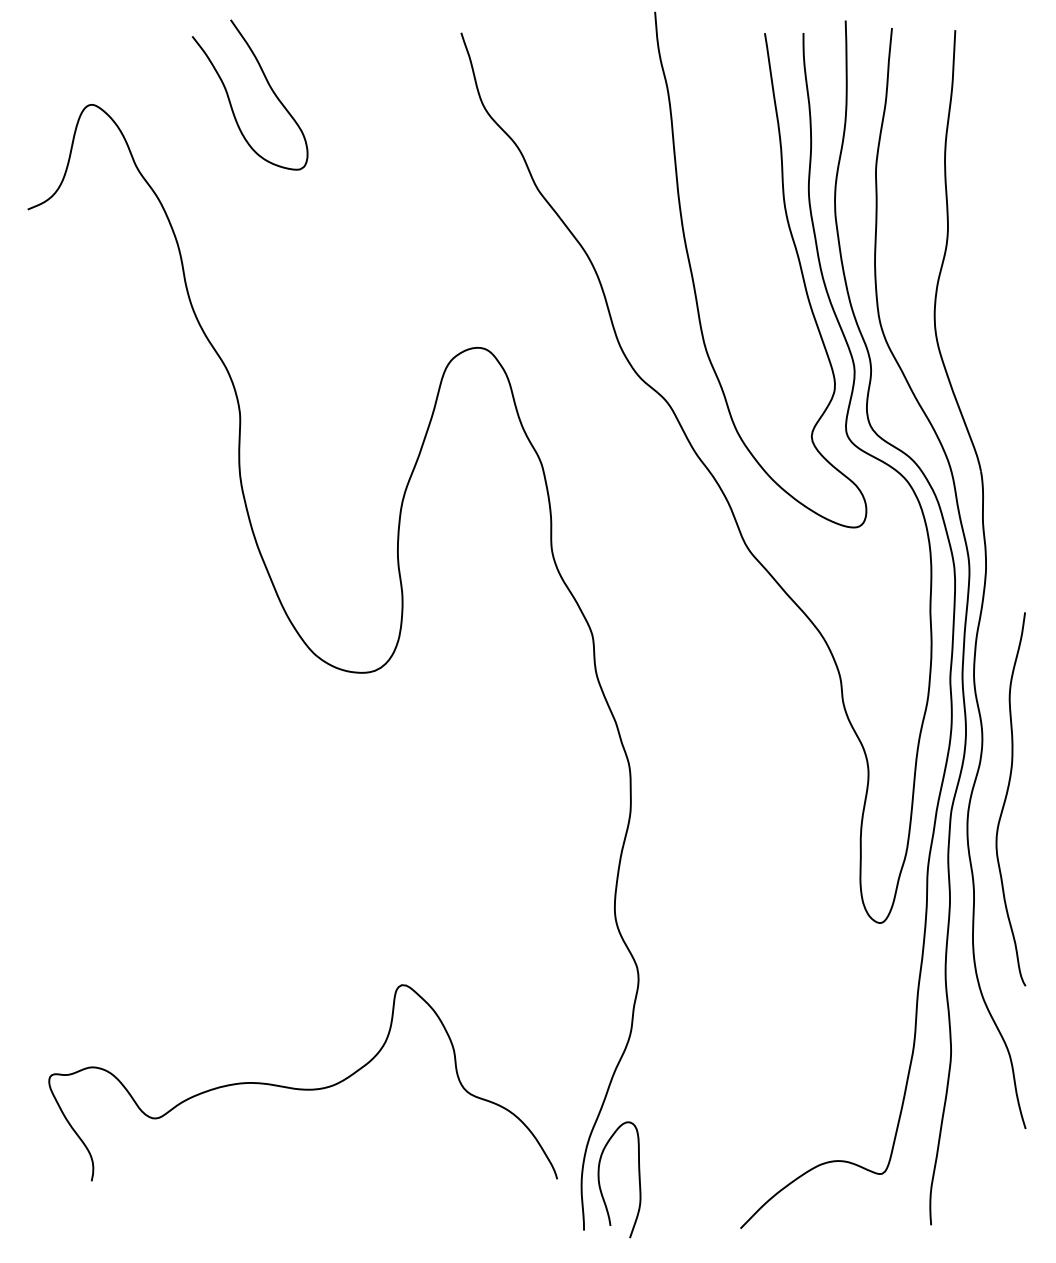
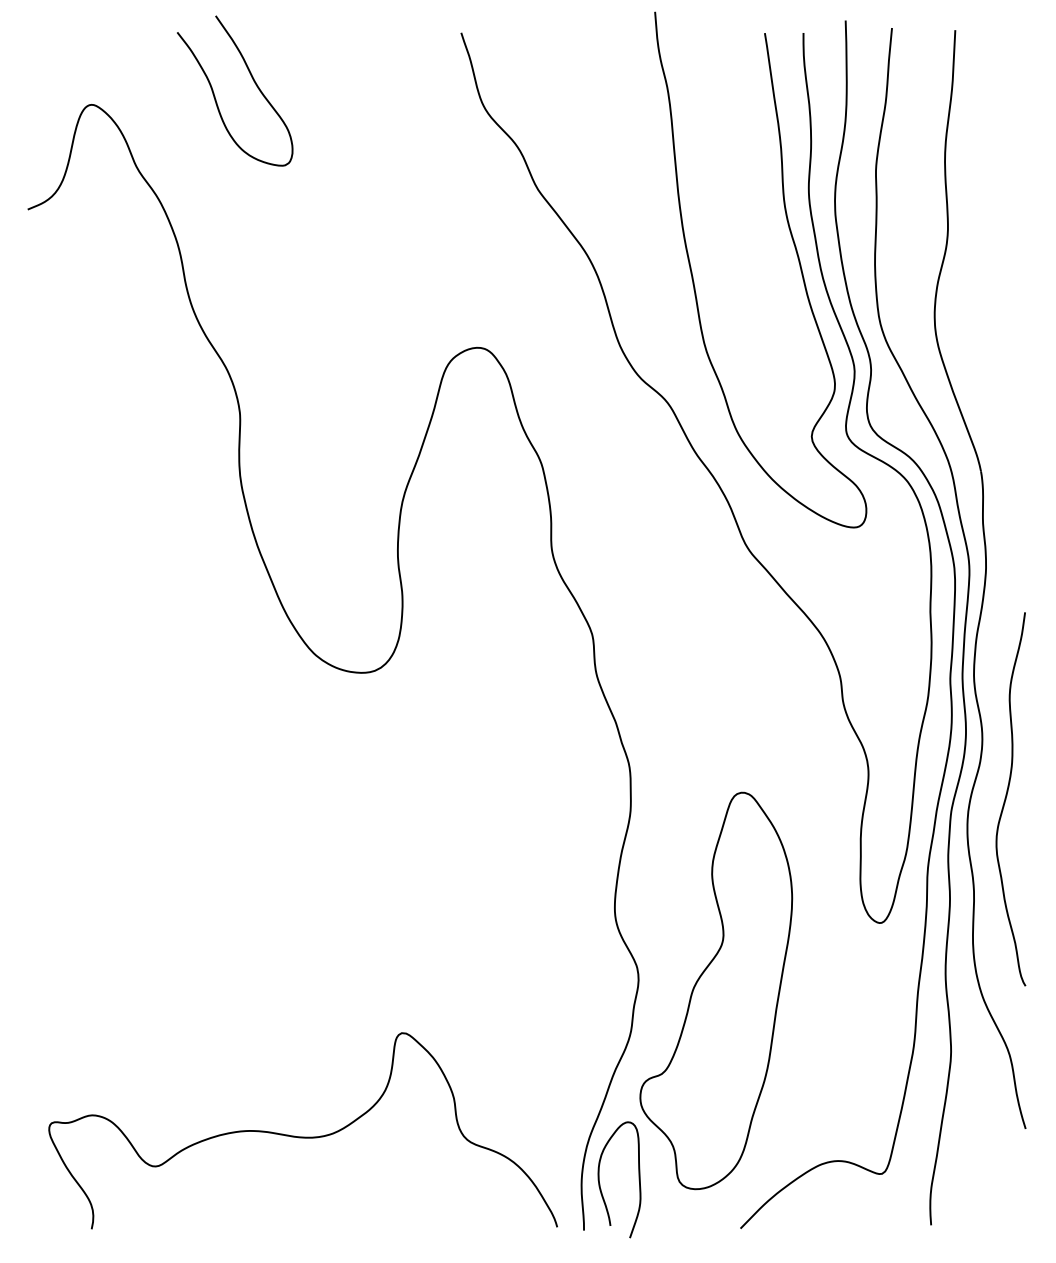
curve at (268, 85) position: (268, 85) -> (253, 81)
part at (716, 990): none -> present
curve at (302, 1088) position: (302, 1088) -> (302, 1136)
